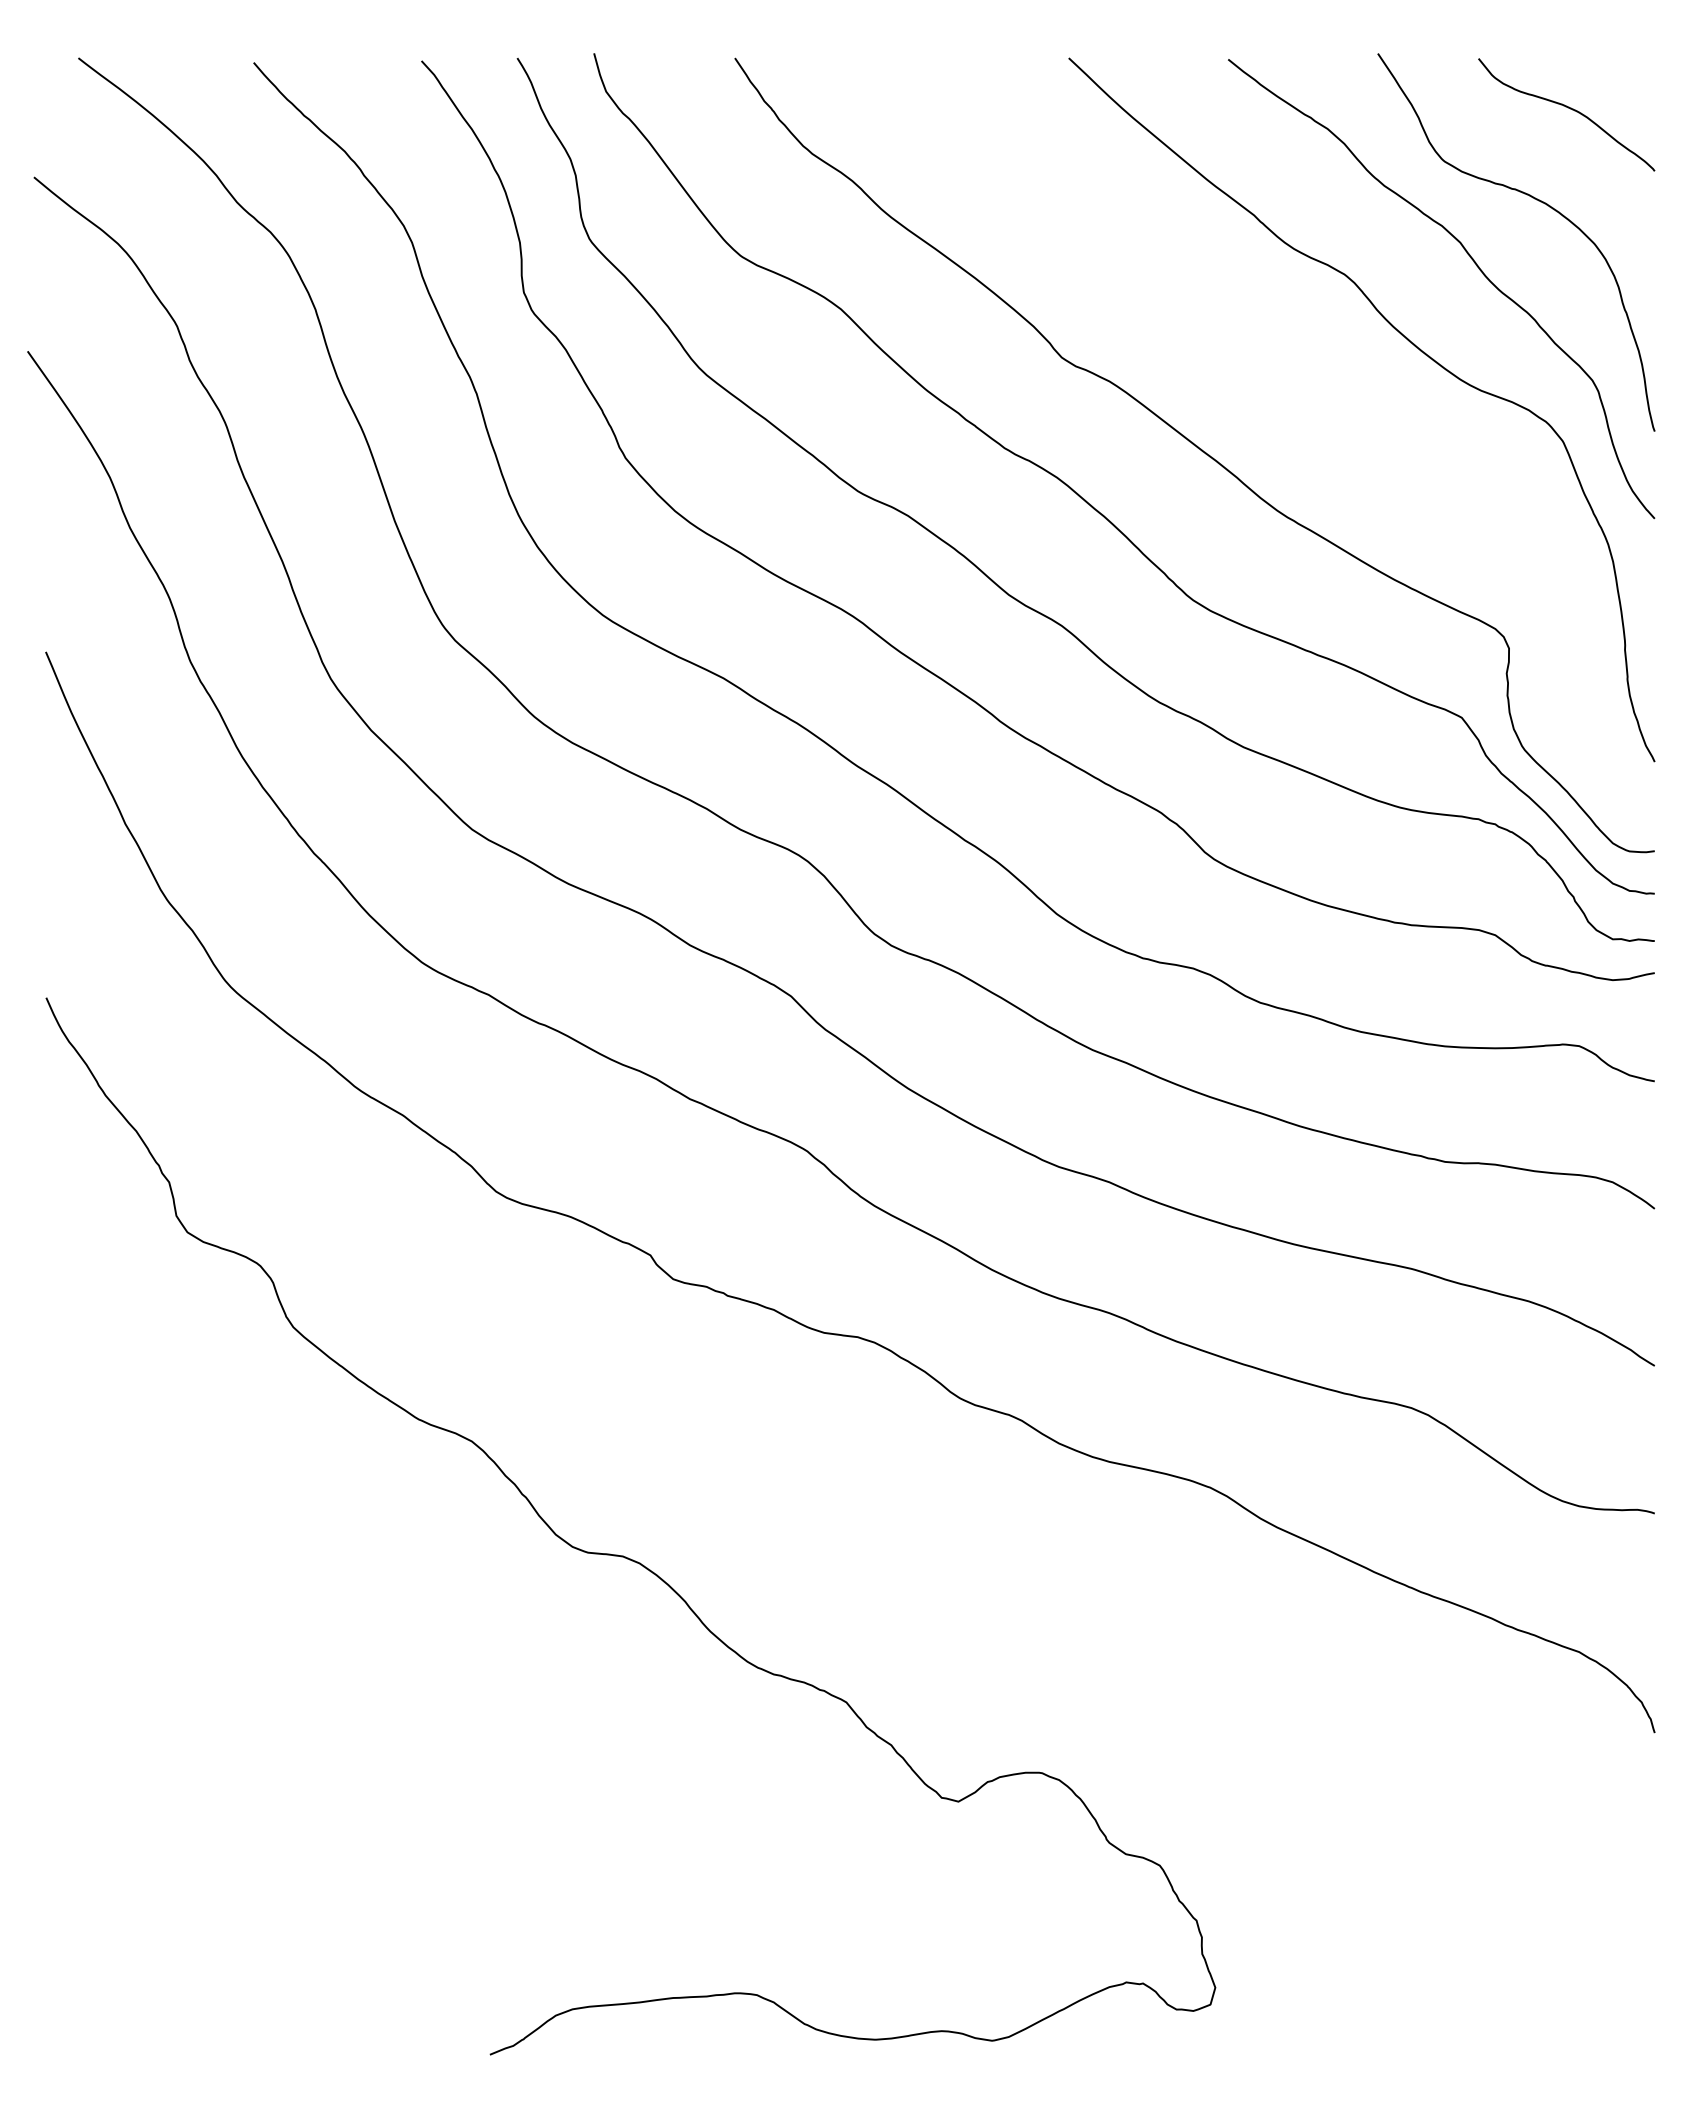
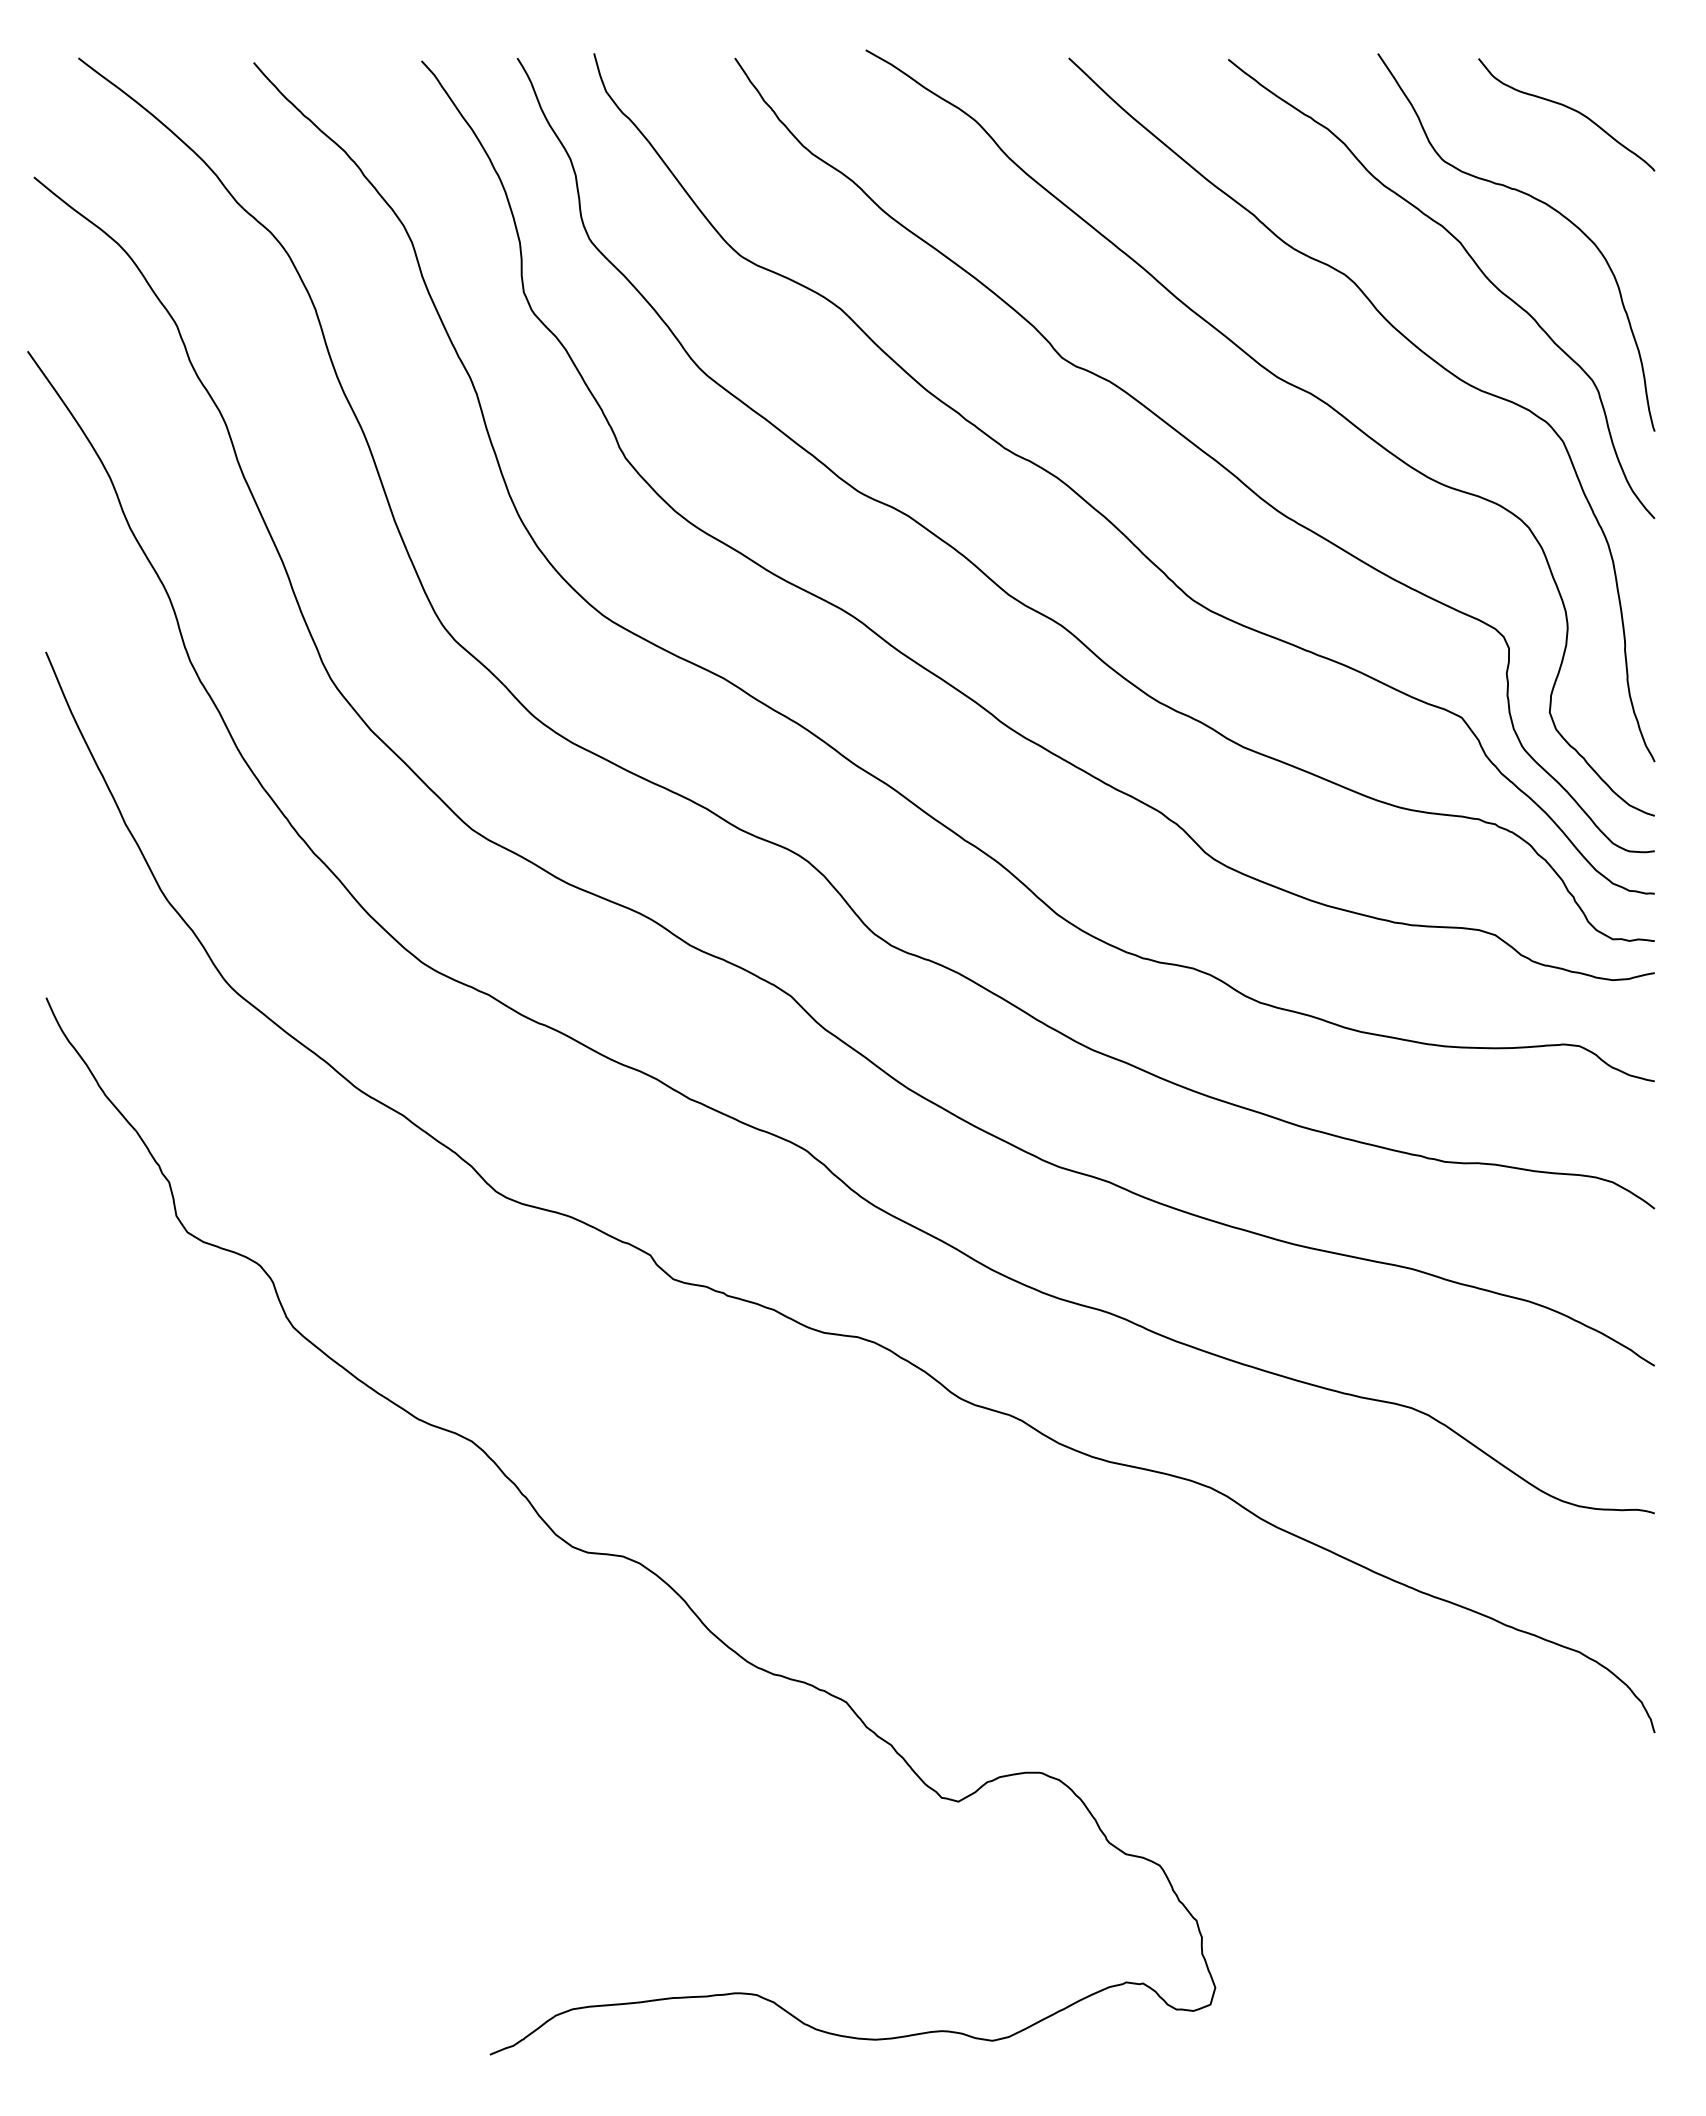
curve at (1284, 382): none -> present
